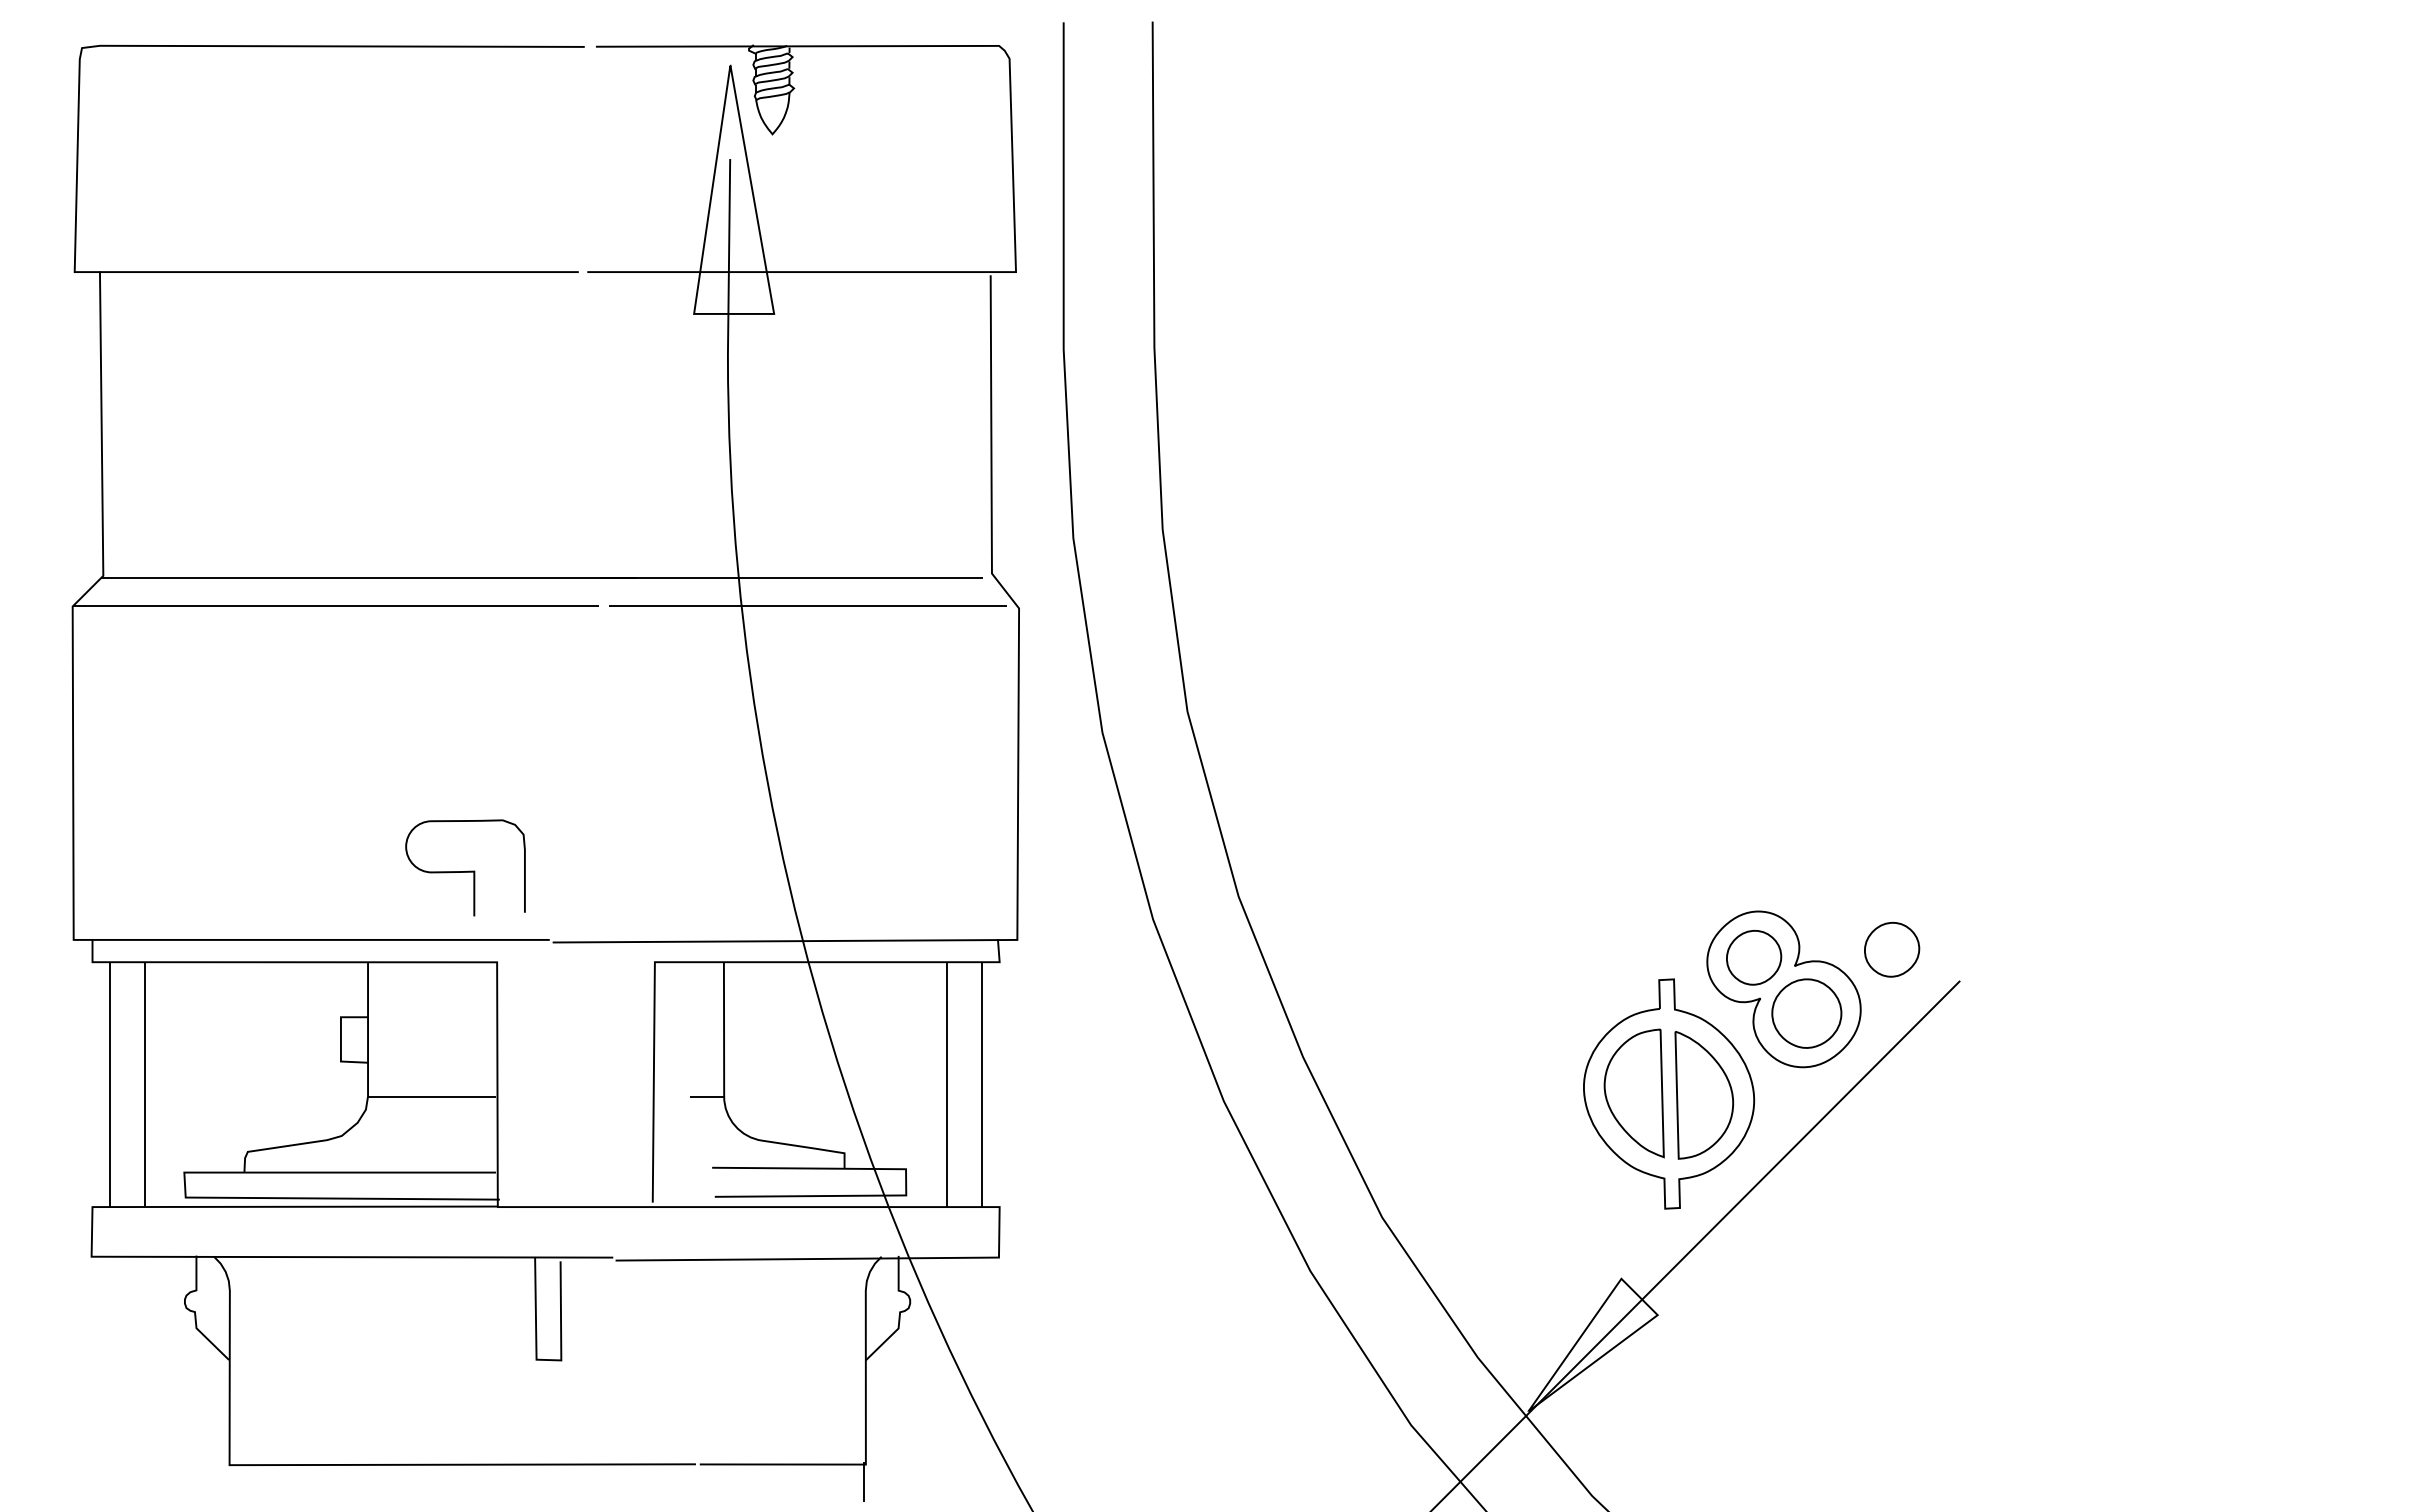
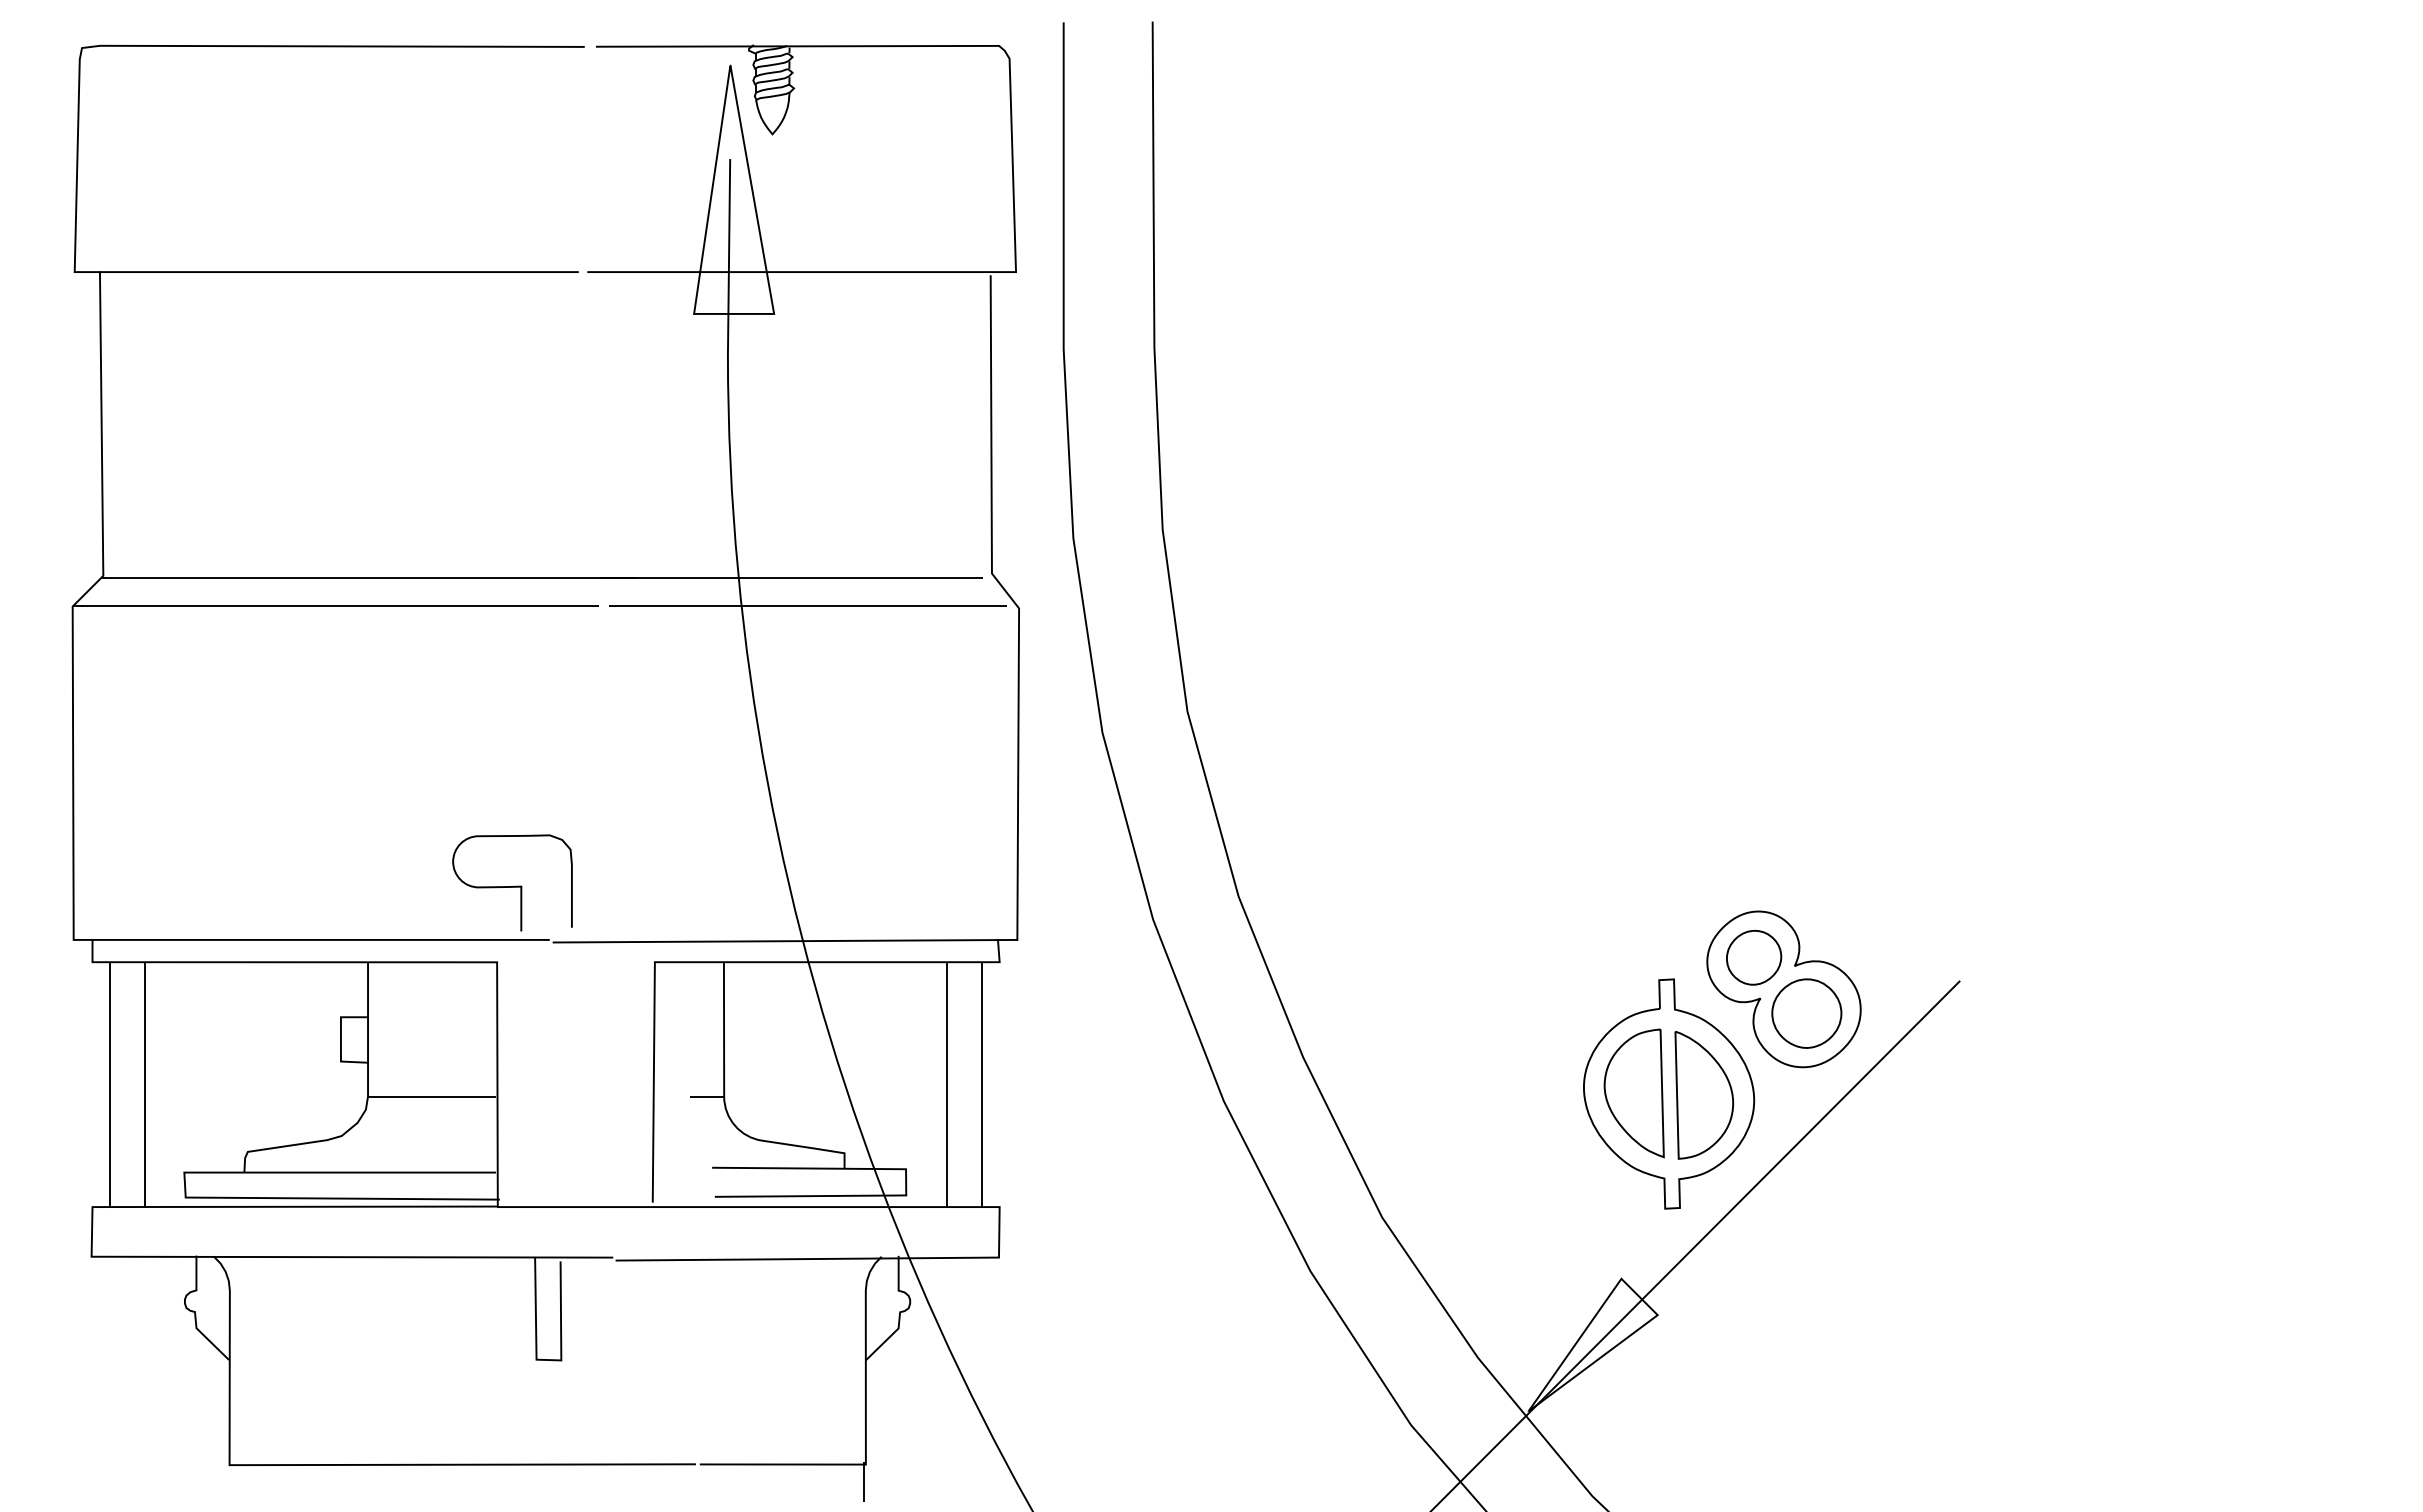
curve at (467, 870) position: (467, 870) -> (514, 885)
part at (1892, 949): present -> none
